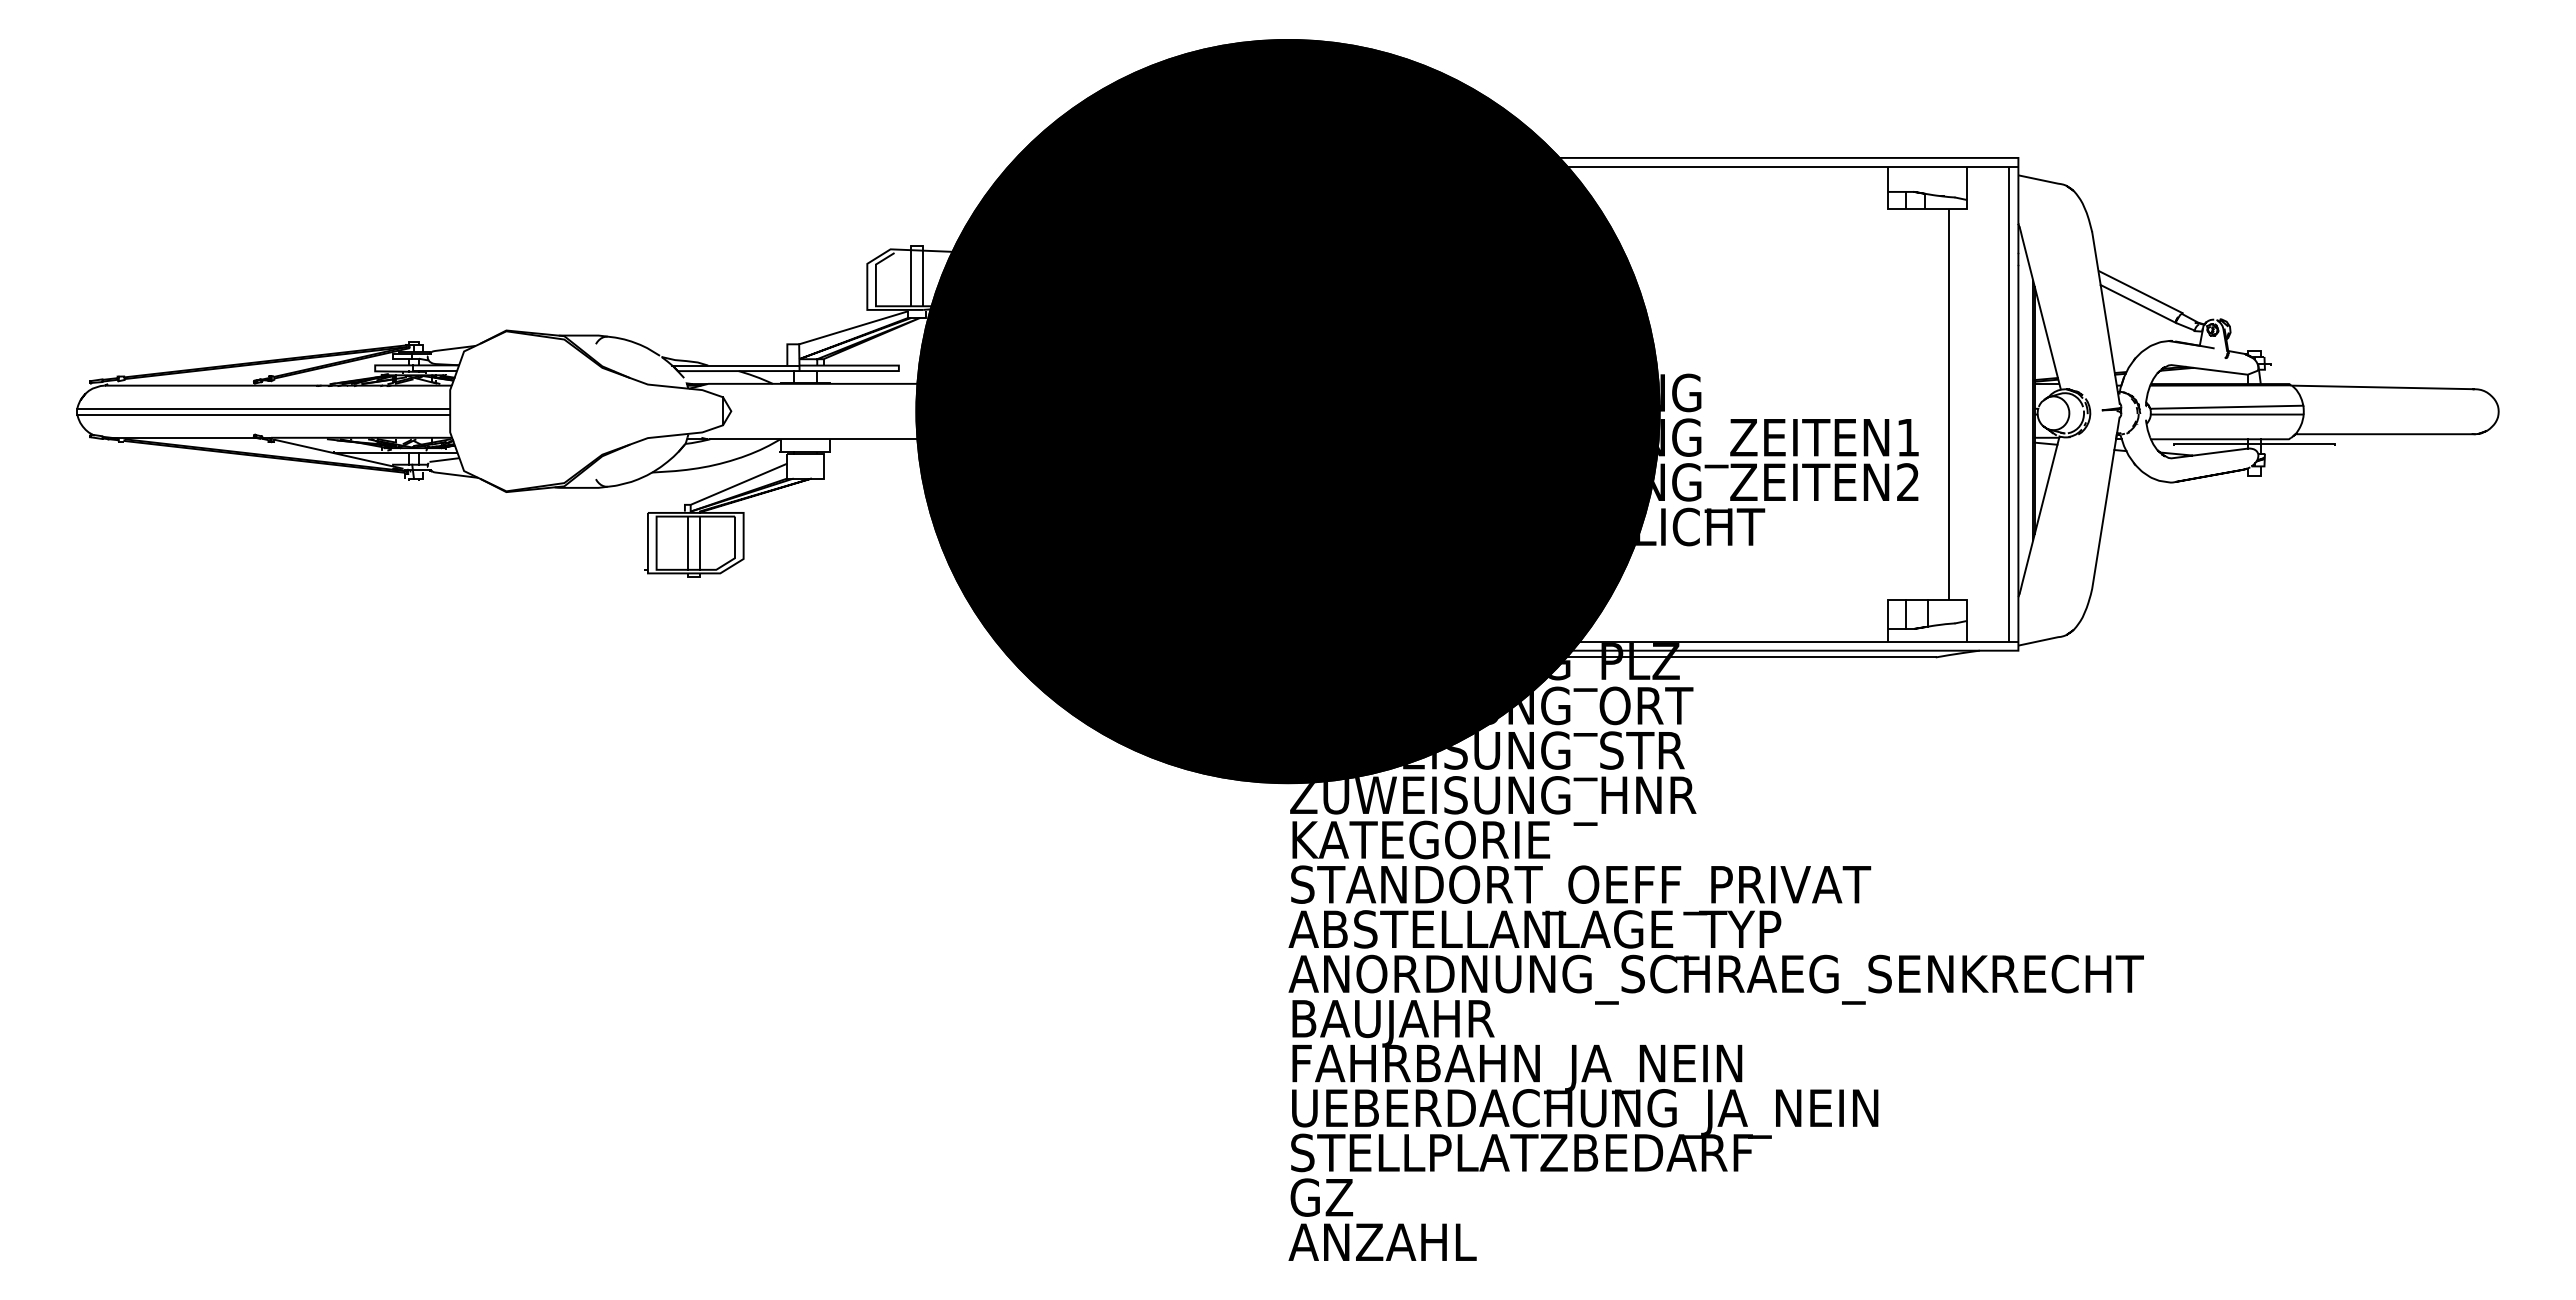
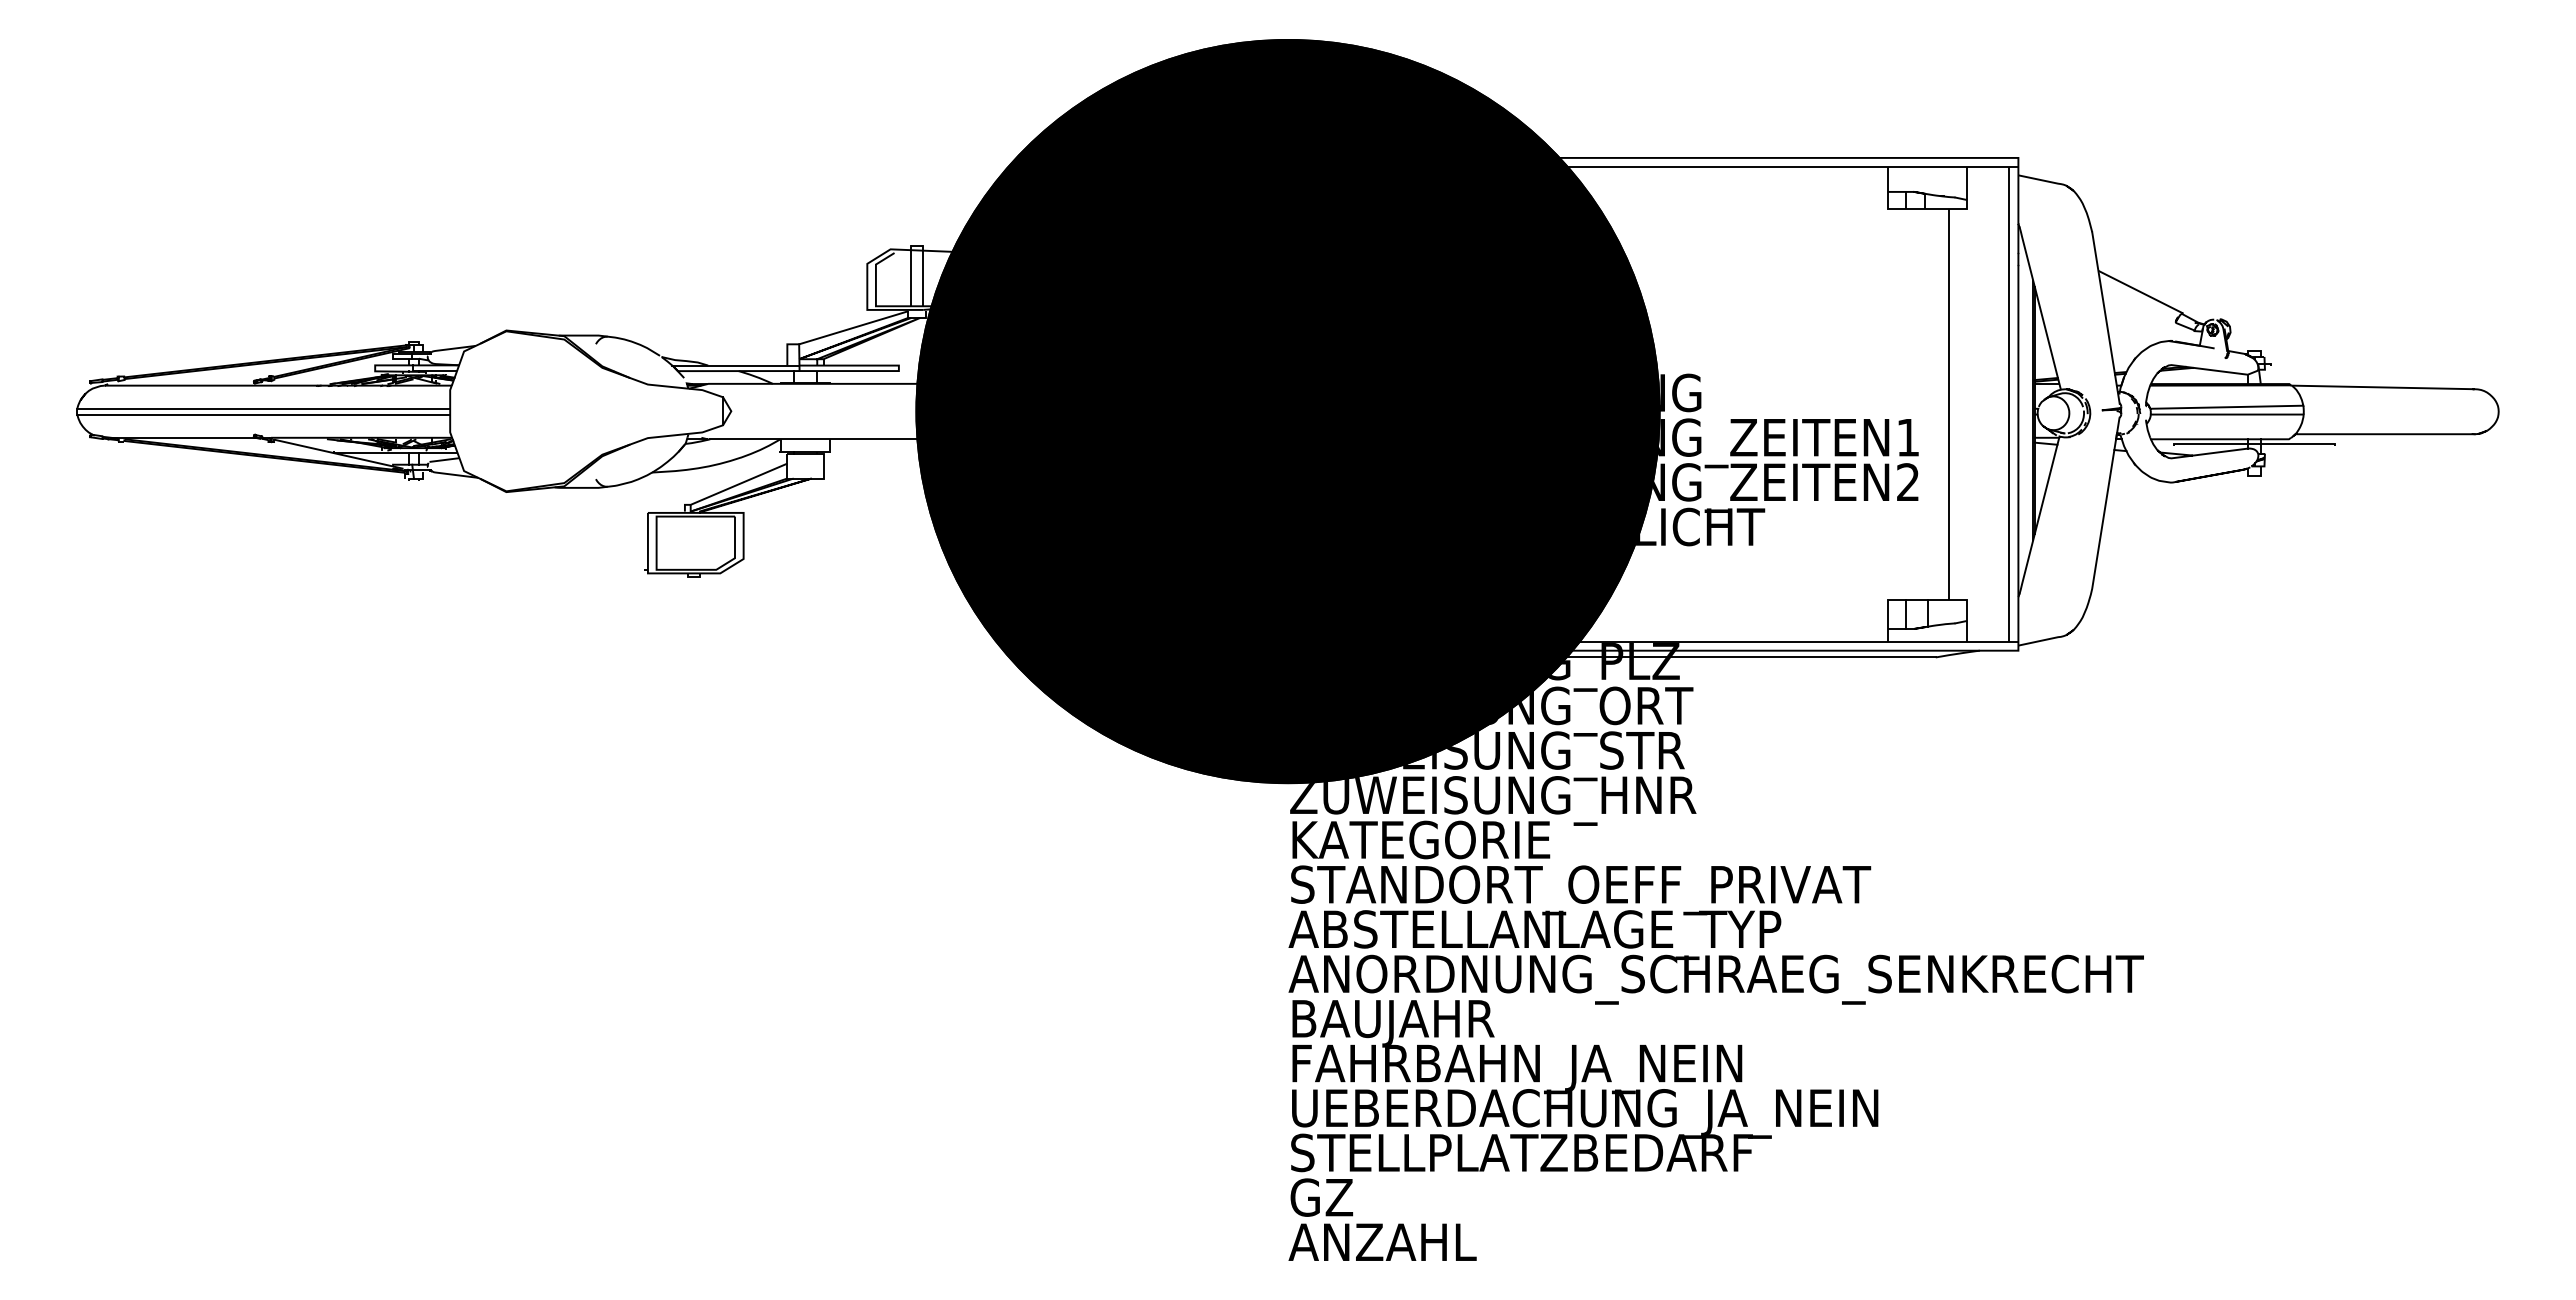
line at (2138, 304): present -> none
line at (687, 542): present -> none
line at (699, 542): present -> none
